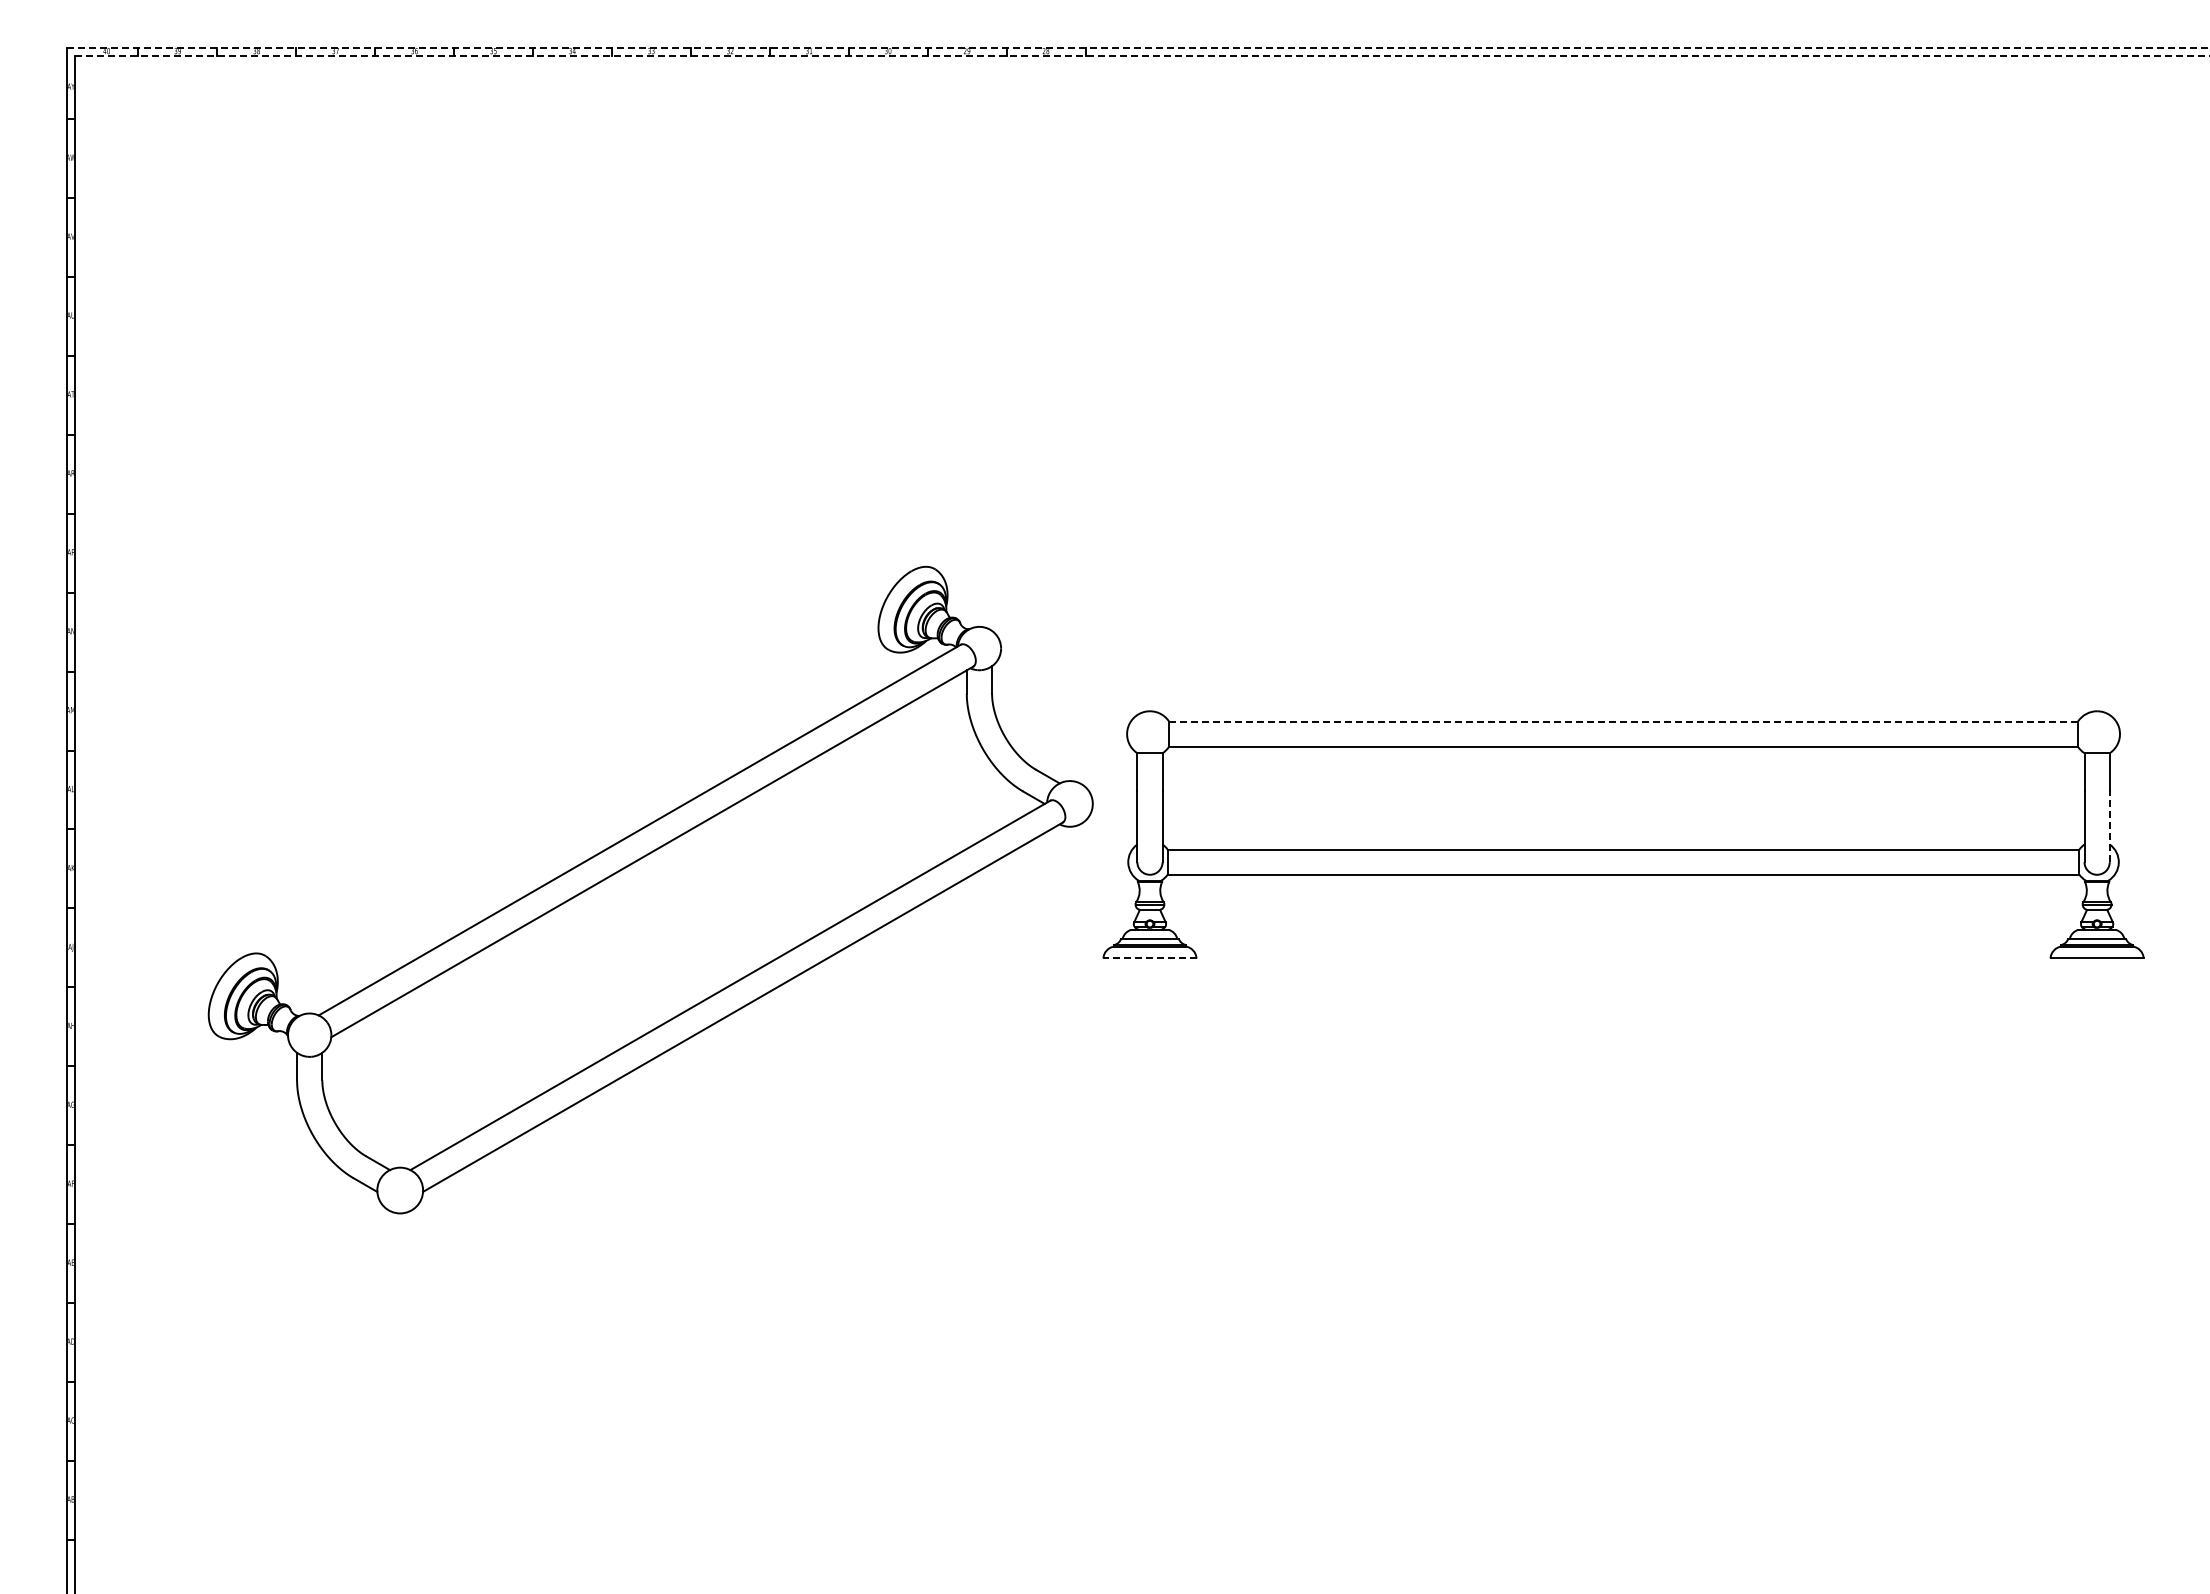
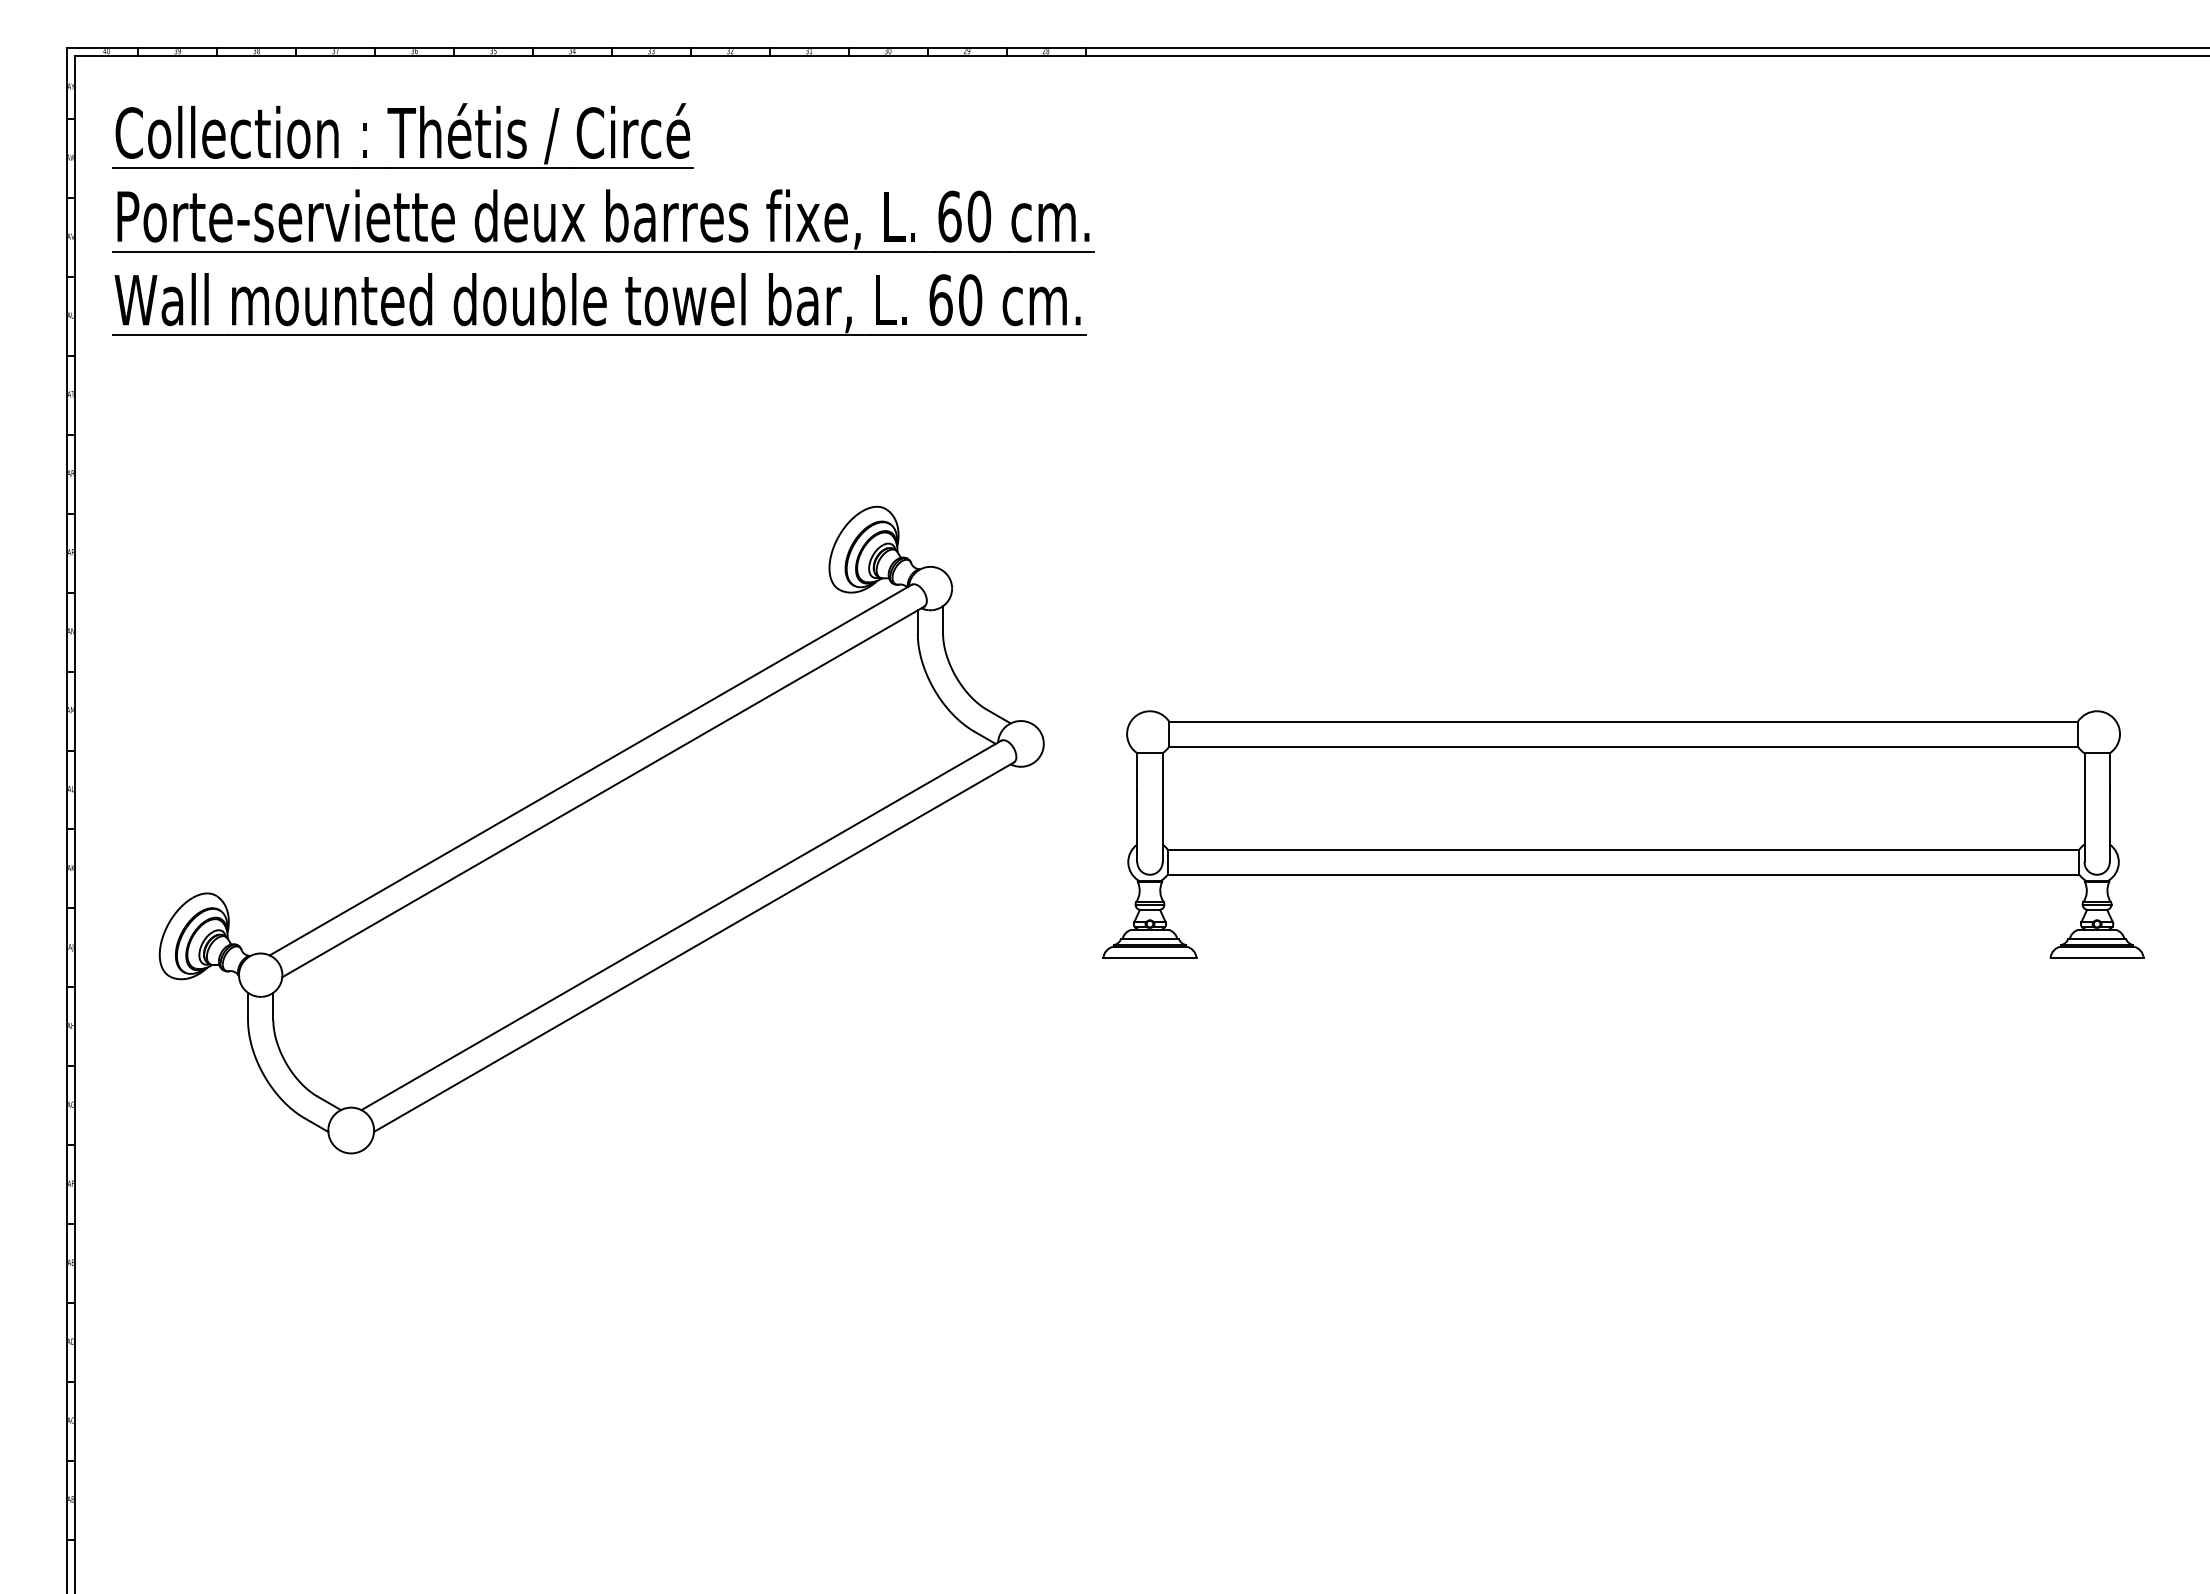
line at (1139, 48): dashed -> solid
line at (1142, 55): dashed -> solid
part at (603, 219): none -> present
line at (1623, 721): dashed -> solid
line at (2109, 826): dashed -> solid
part at (650, 889) position: (650, 889) -> (601, 829)
line at (1149, 958): dashed -> solid
